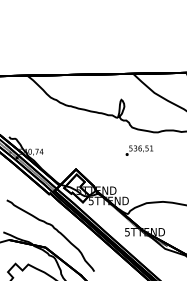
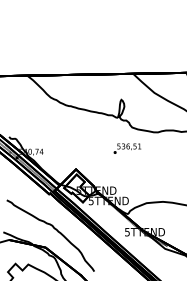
text at (139, 150) position: (139, 150) -> (127, 148)
